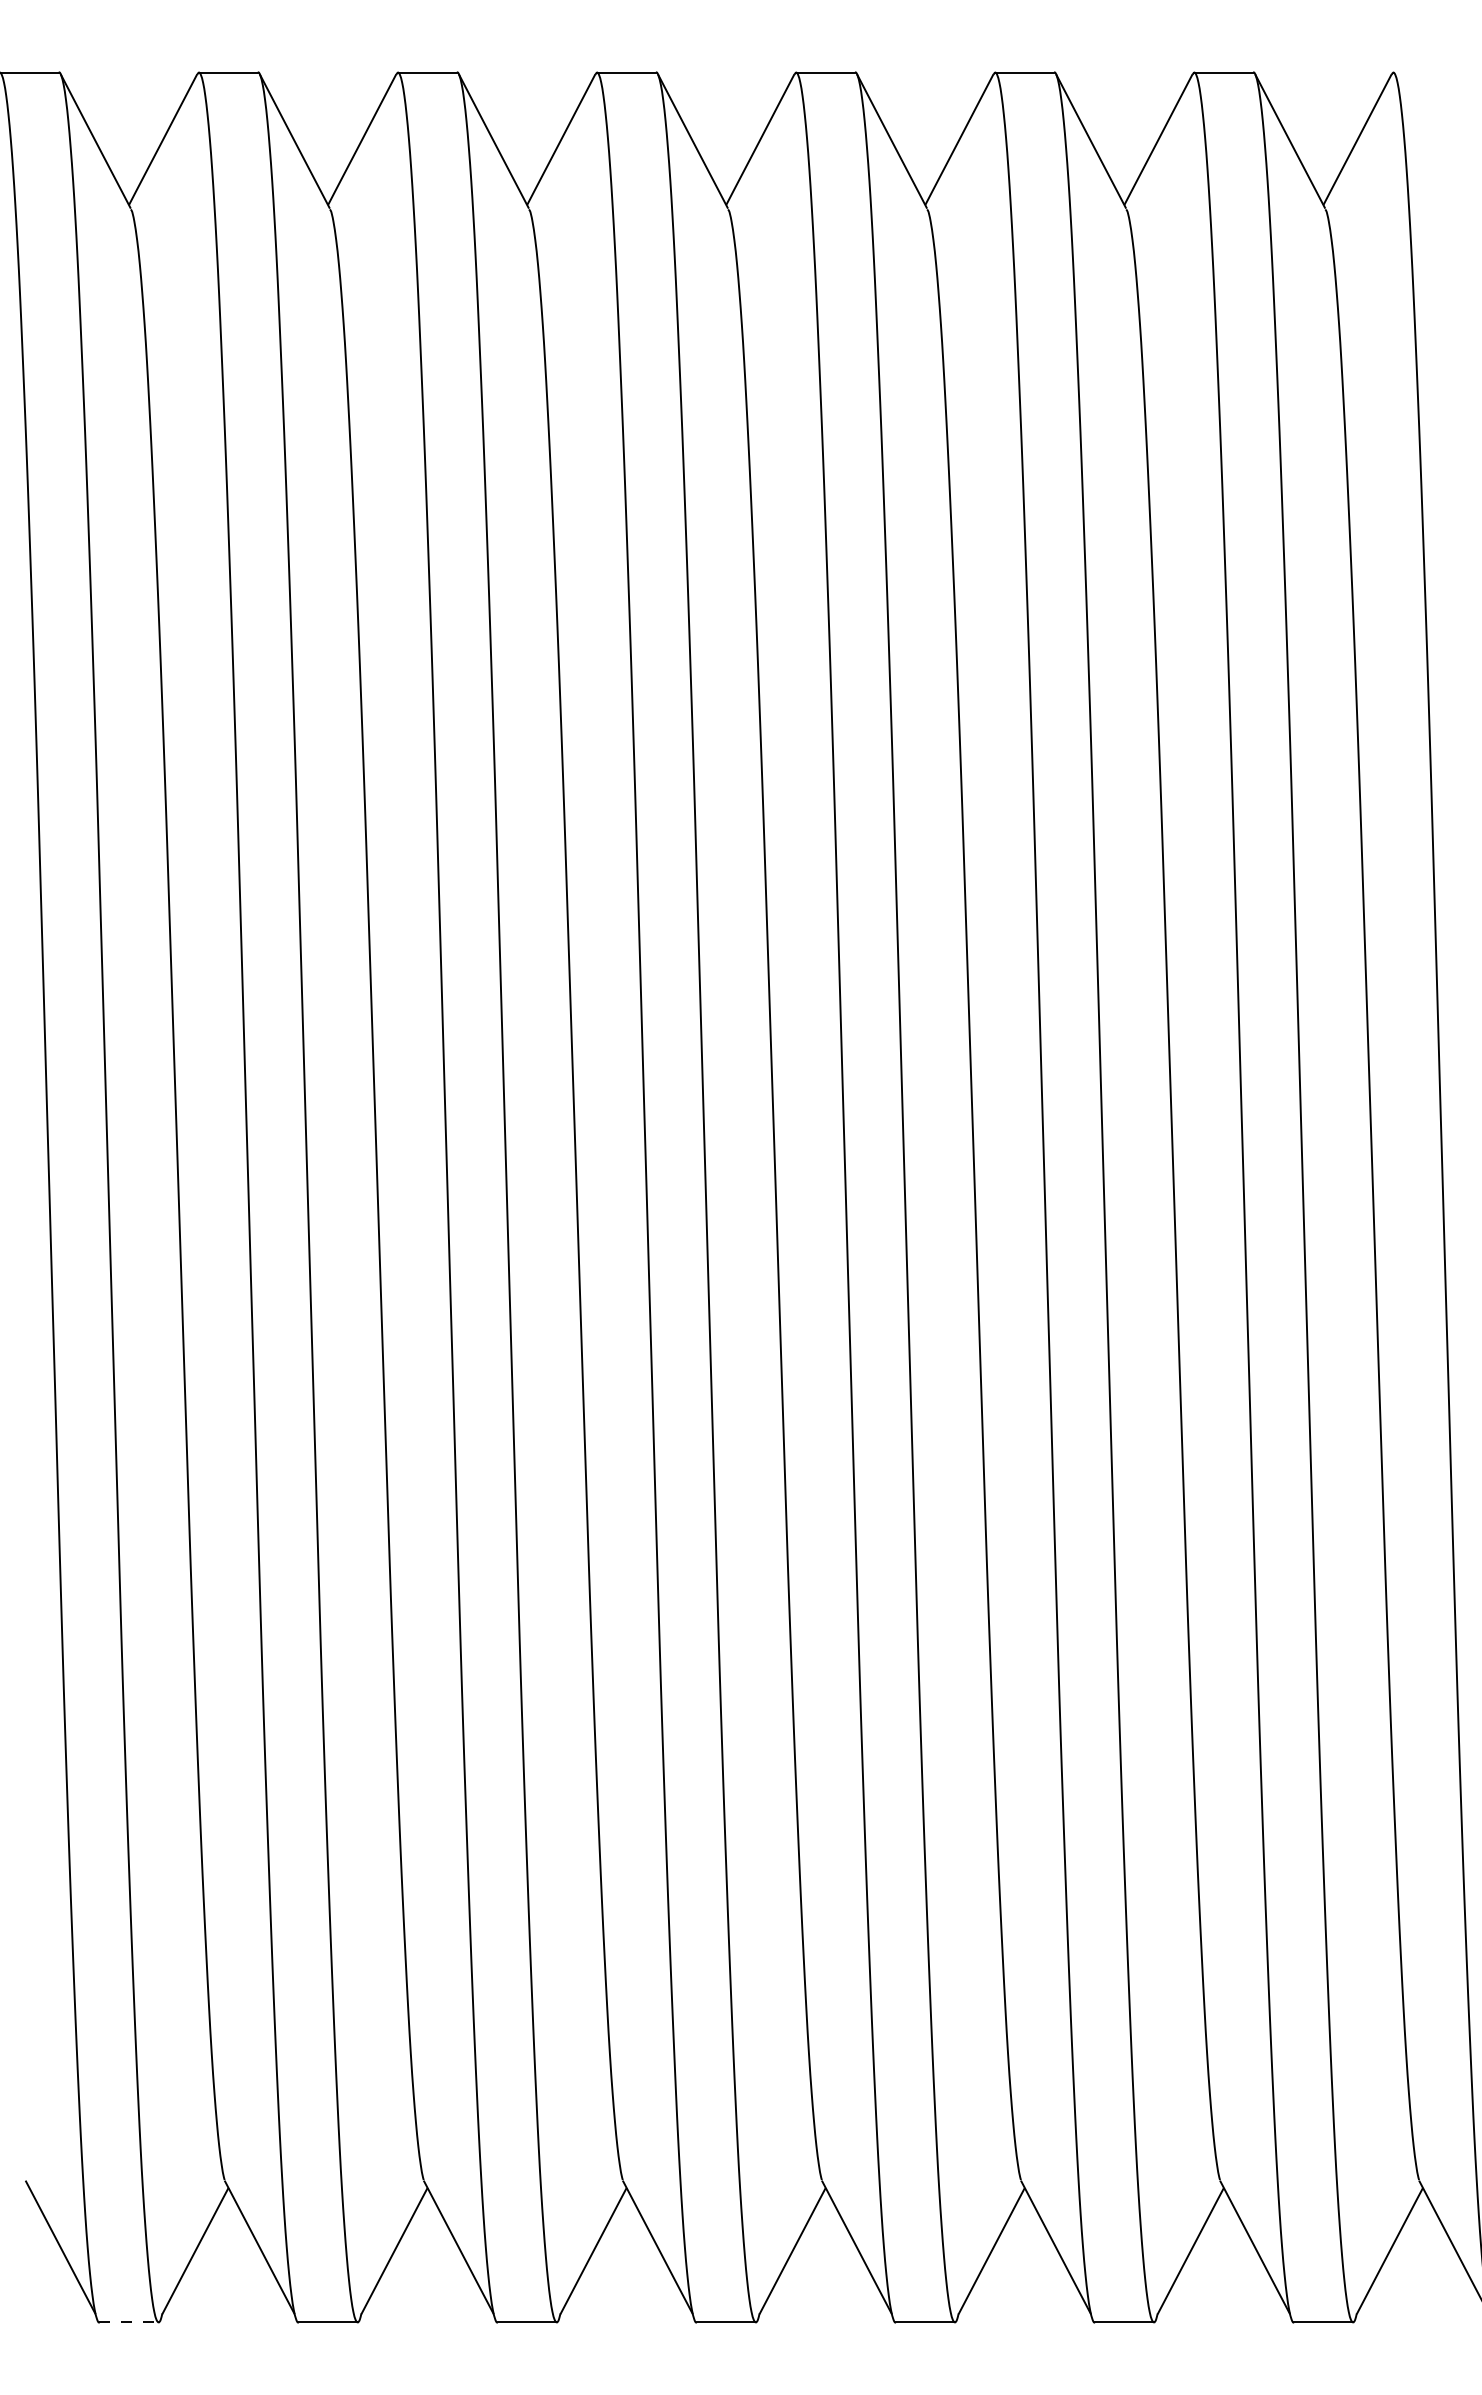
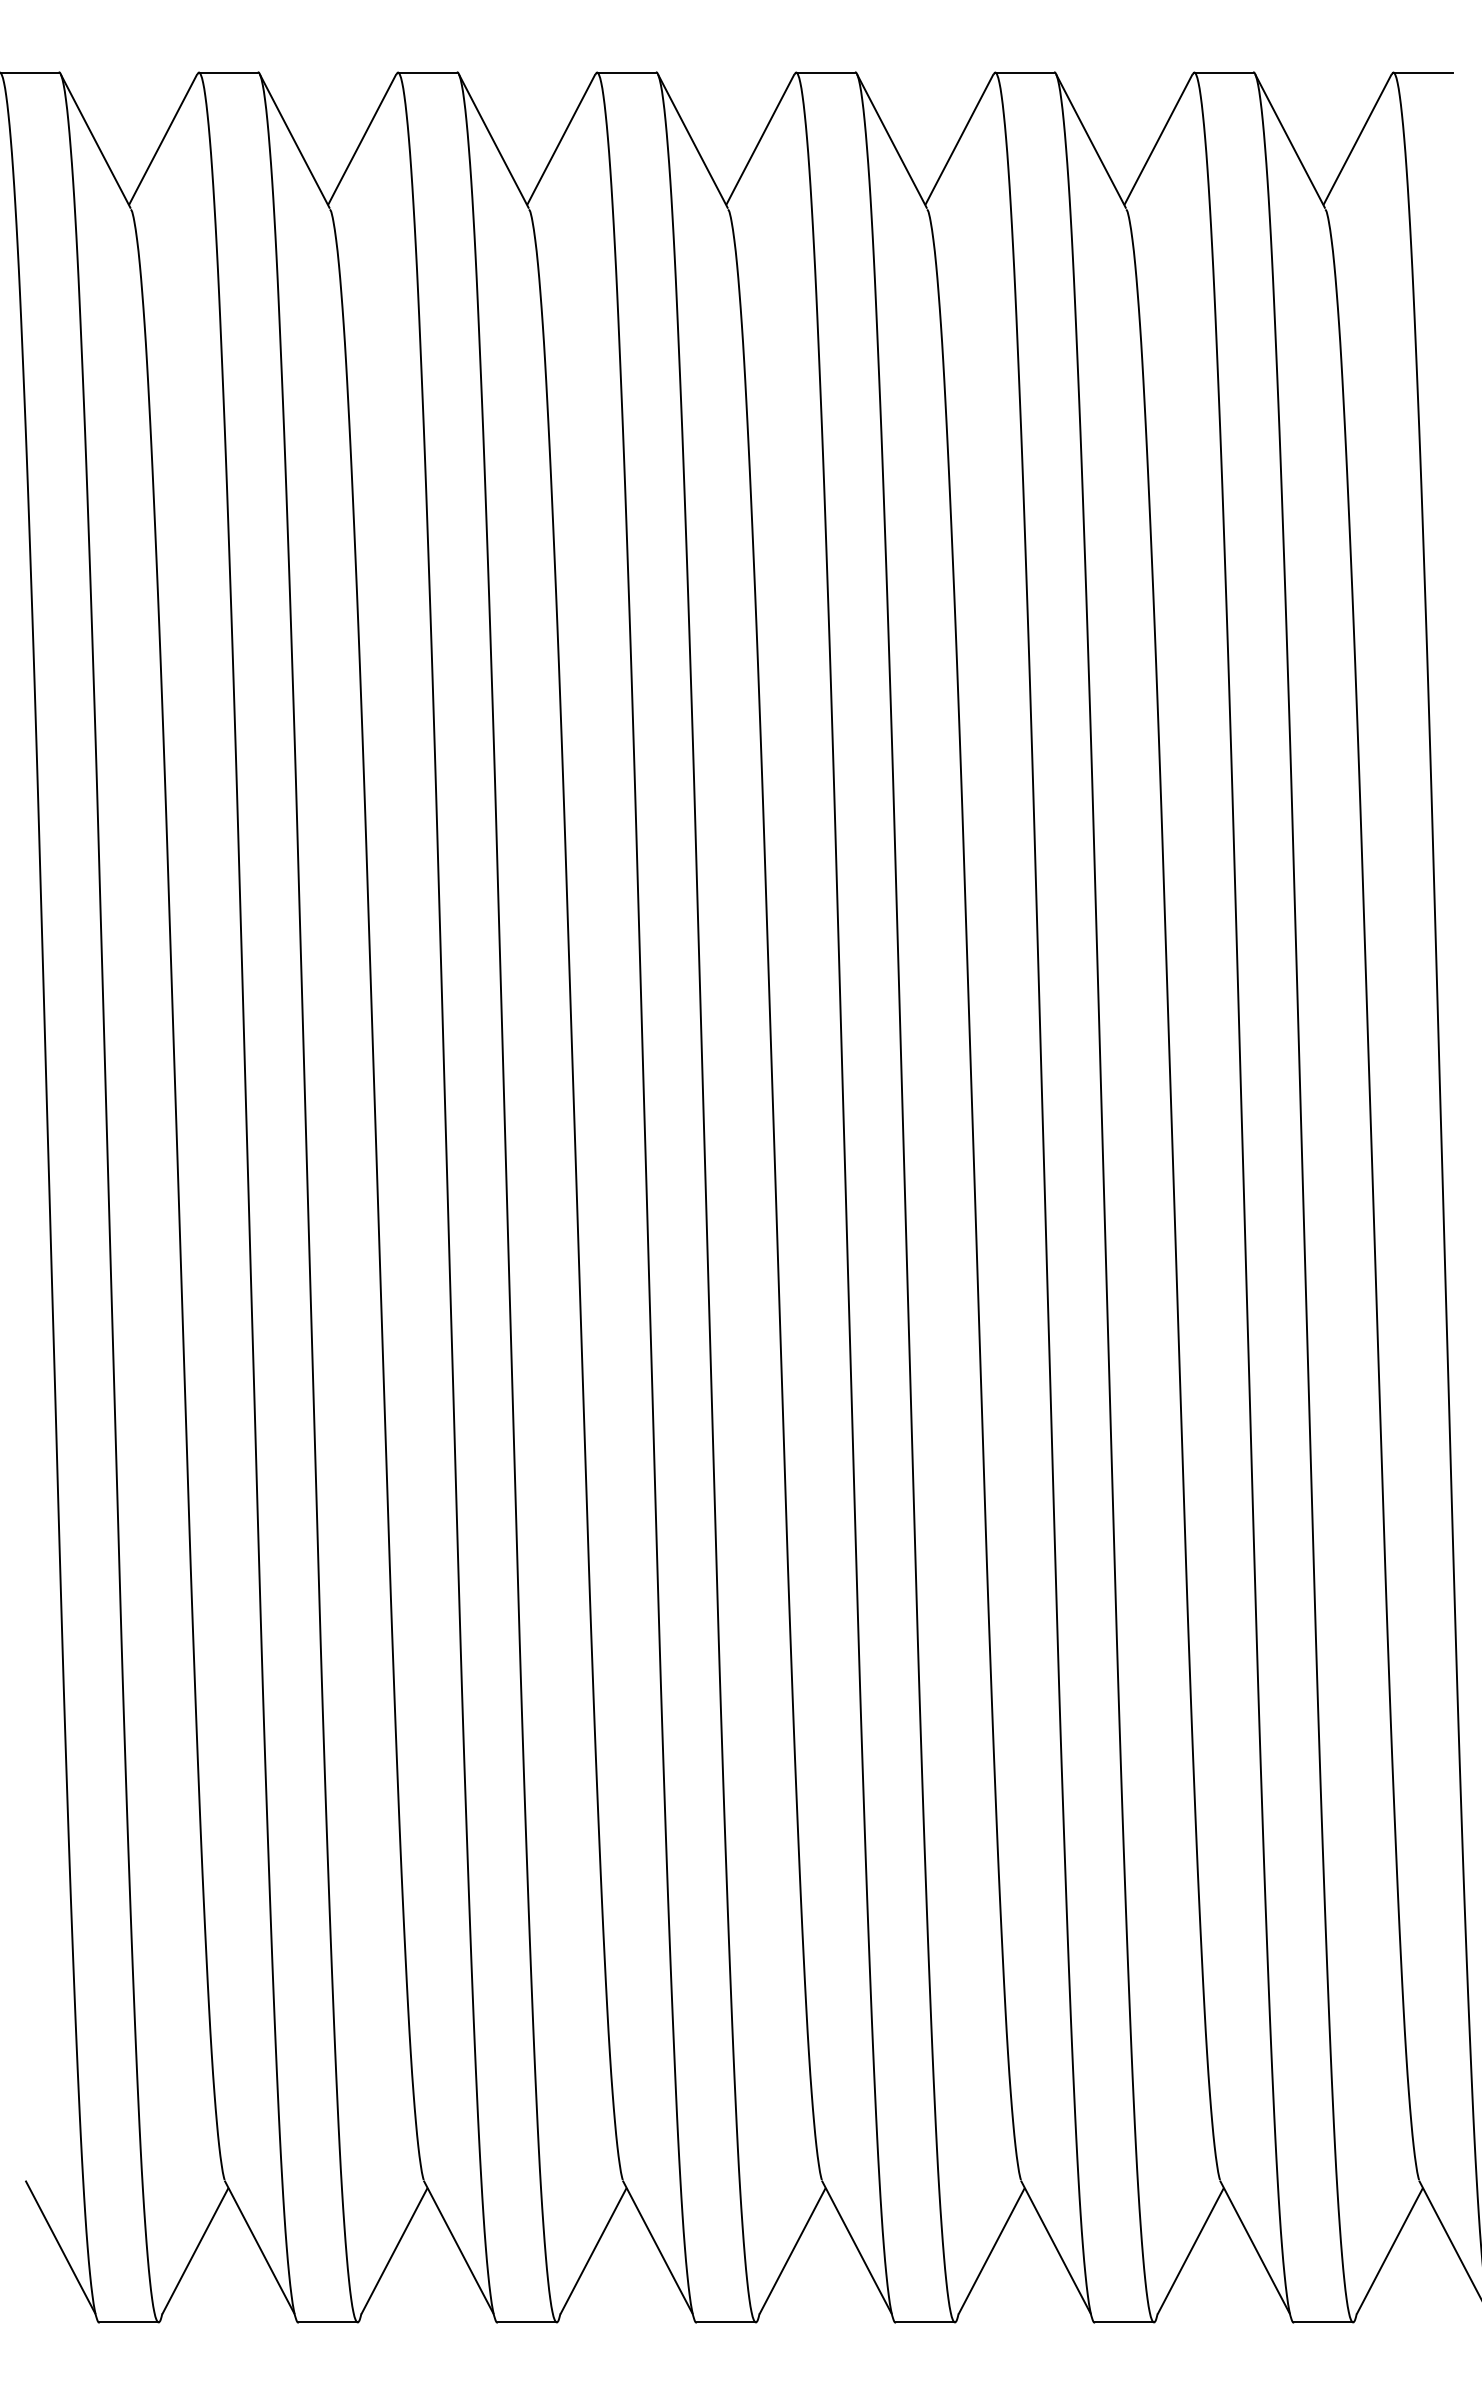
line at (1422, 72): none -> present
line at (128, 2322): dashed -> solid
